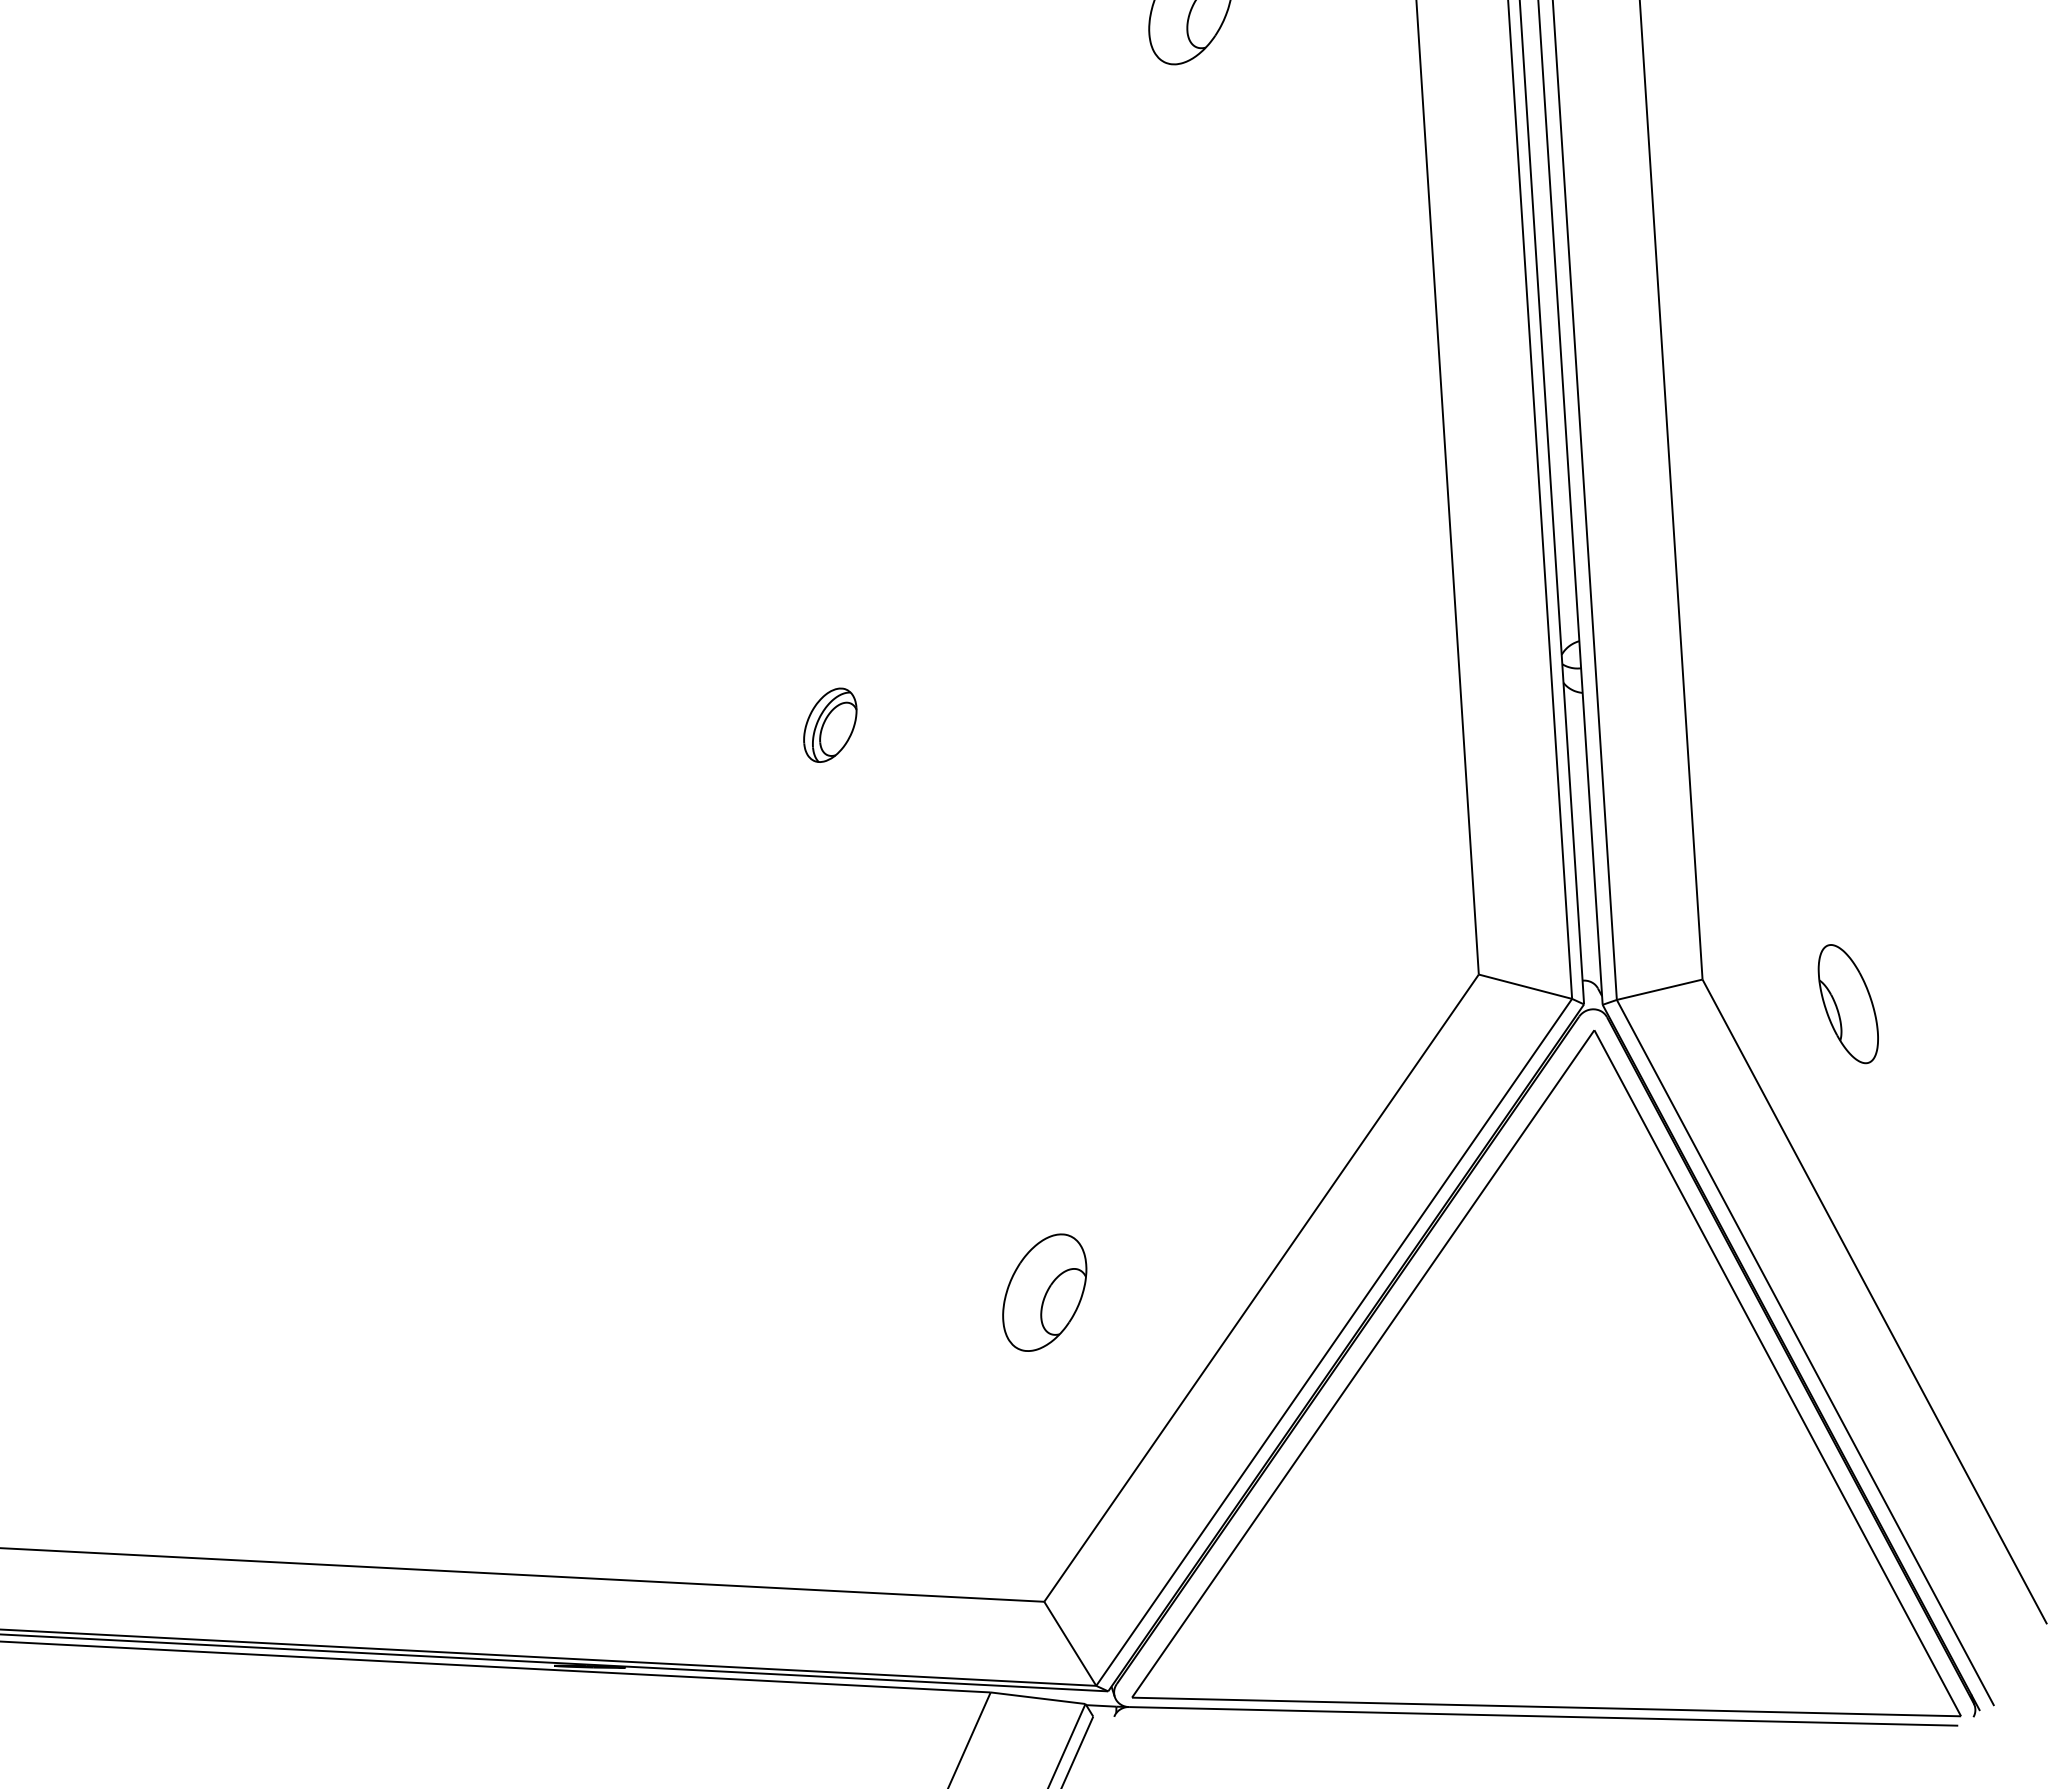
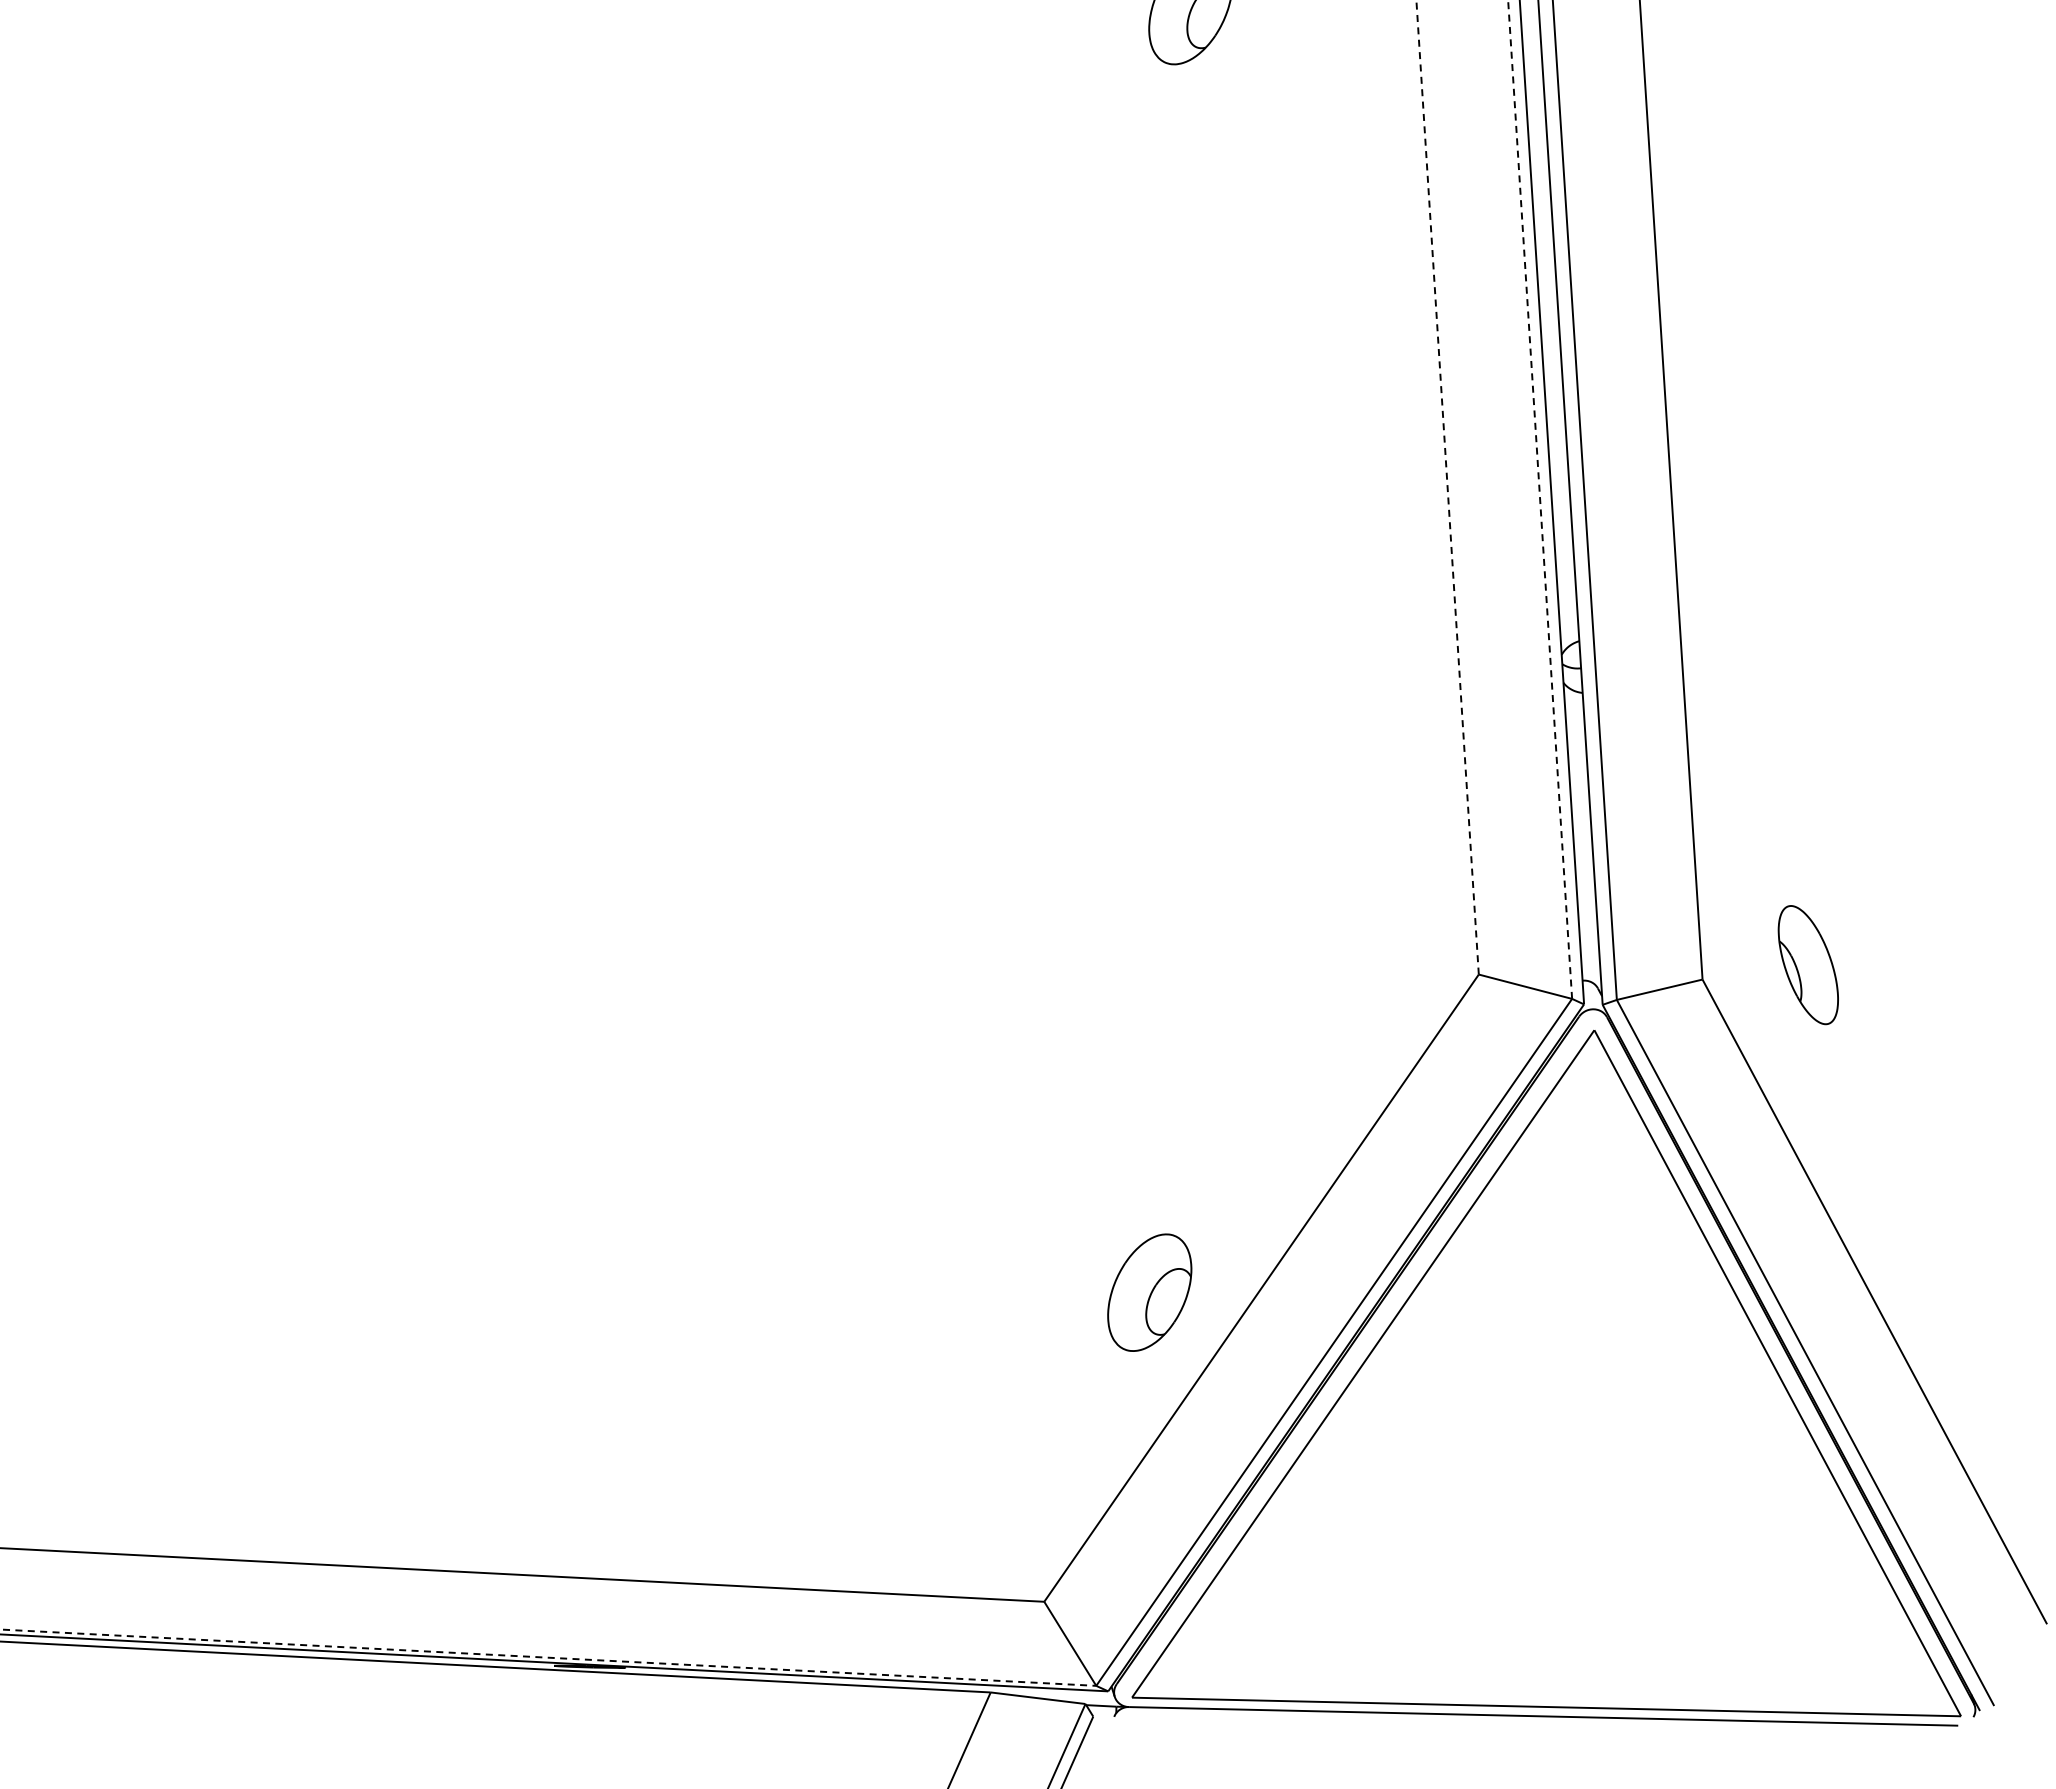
line at (1447, 487): solid -> dashed
line at (1540, 498): solid -> dashed
part at (830, 724): present -> none
part at (1847, 1004) position: (1847, 1004) -> (1807, 965)
part at (1044, 1292) position: (1044, 1292) -> (1149, 1292)
line at (549, 1657): solid -> dashed
